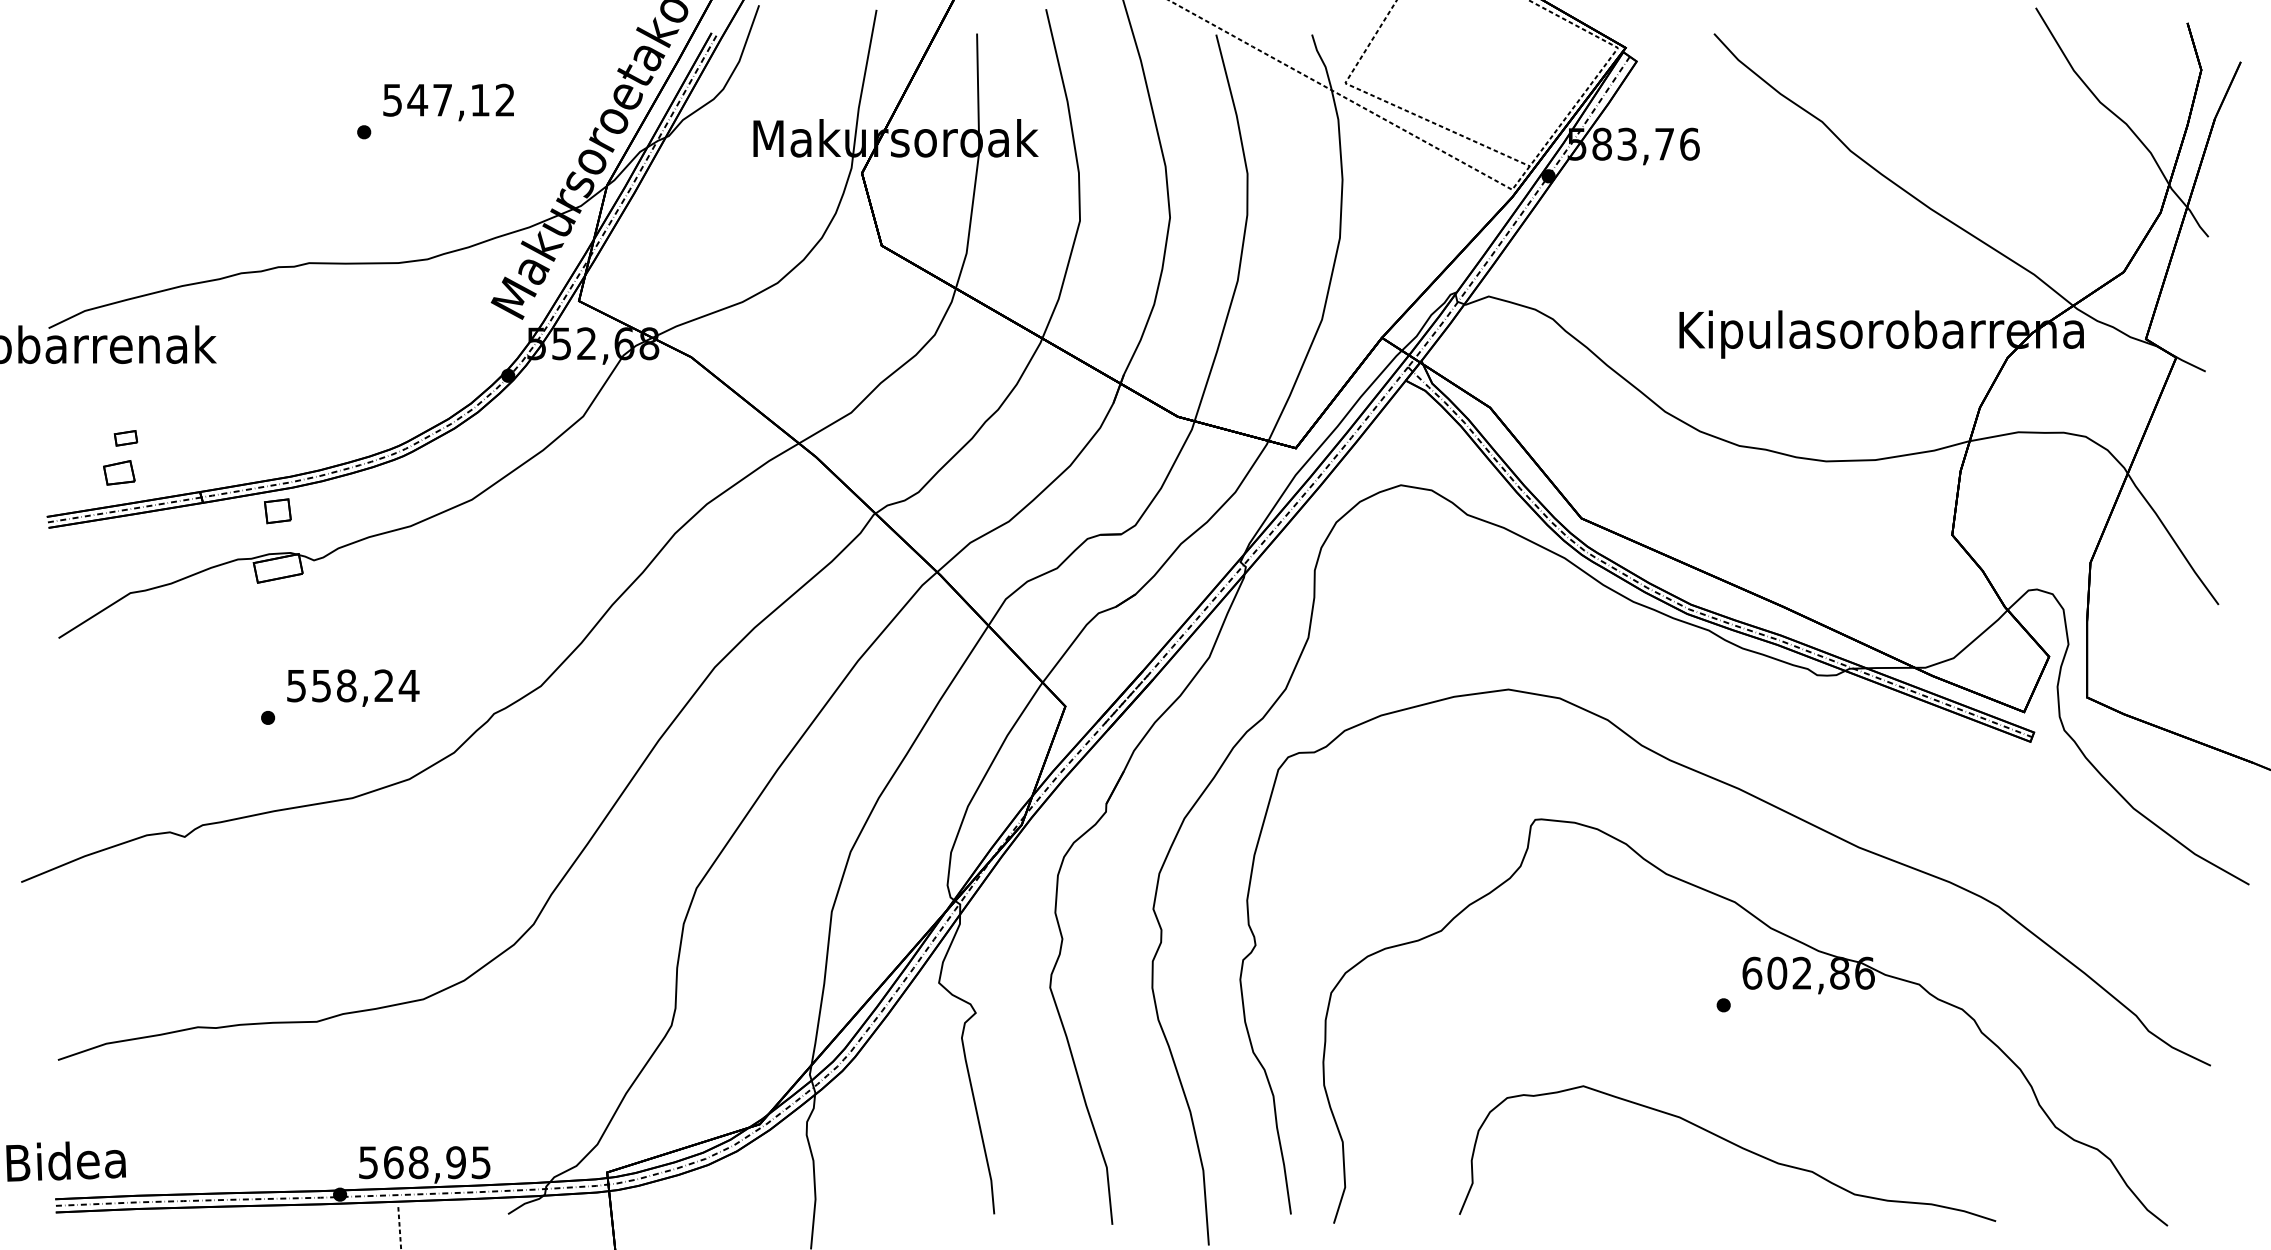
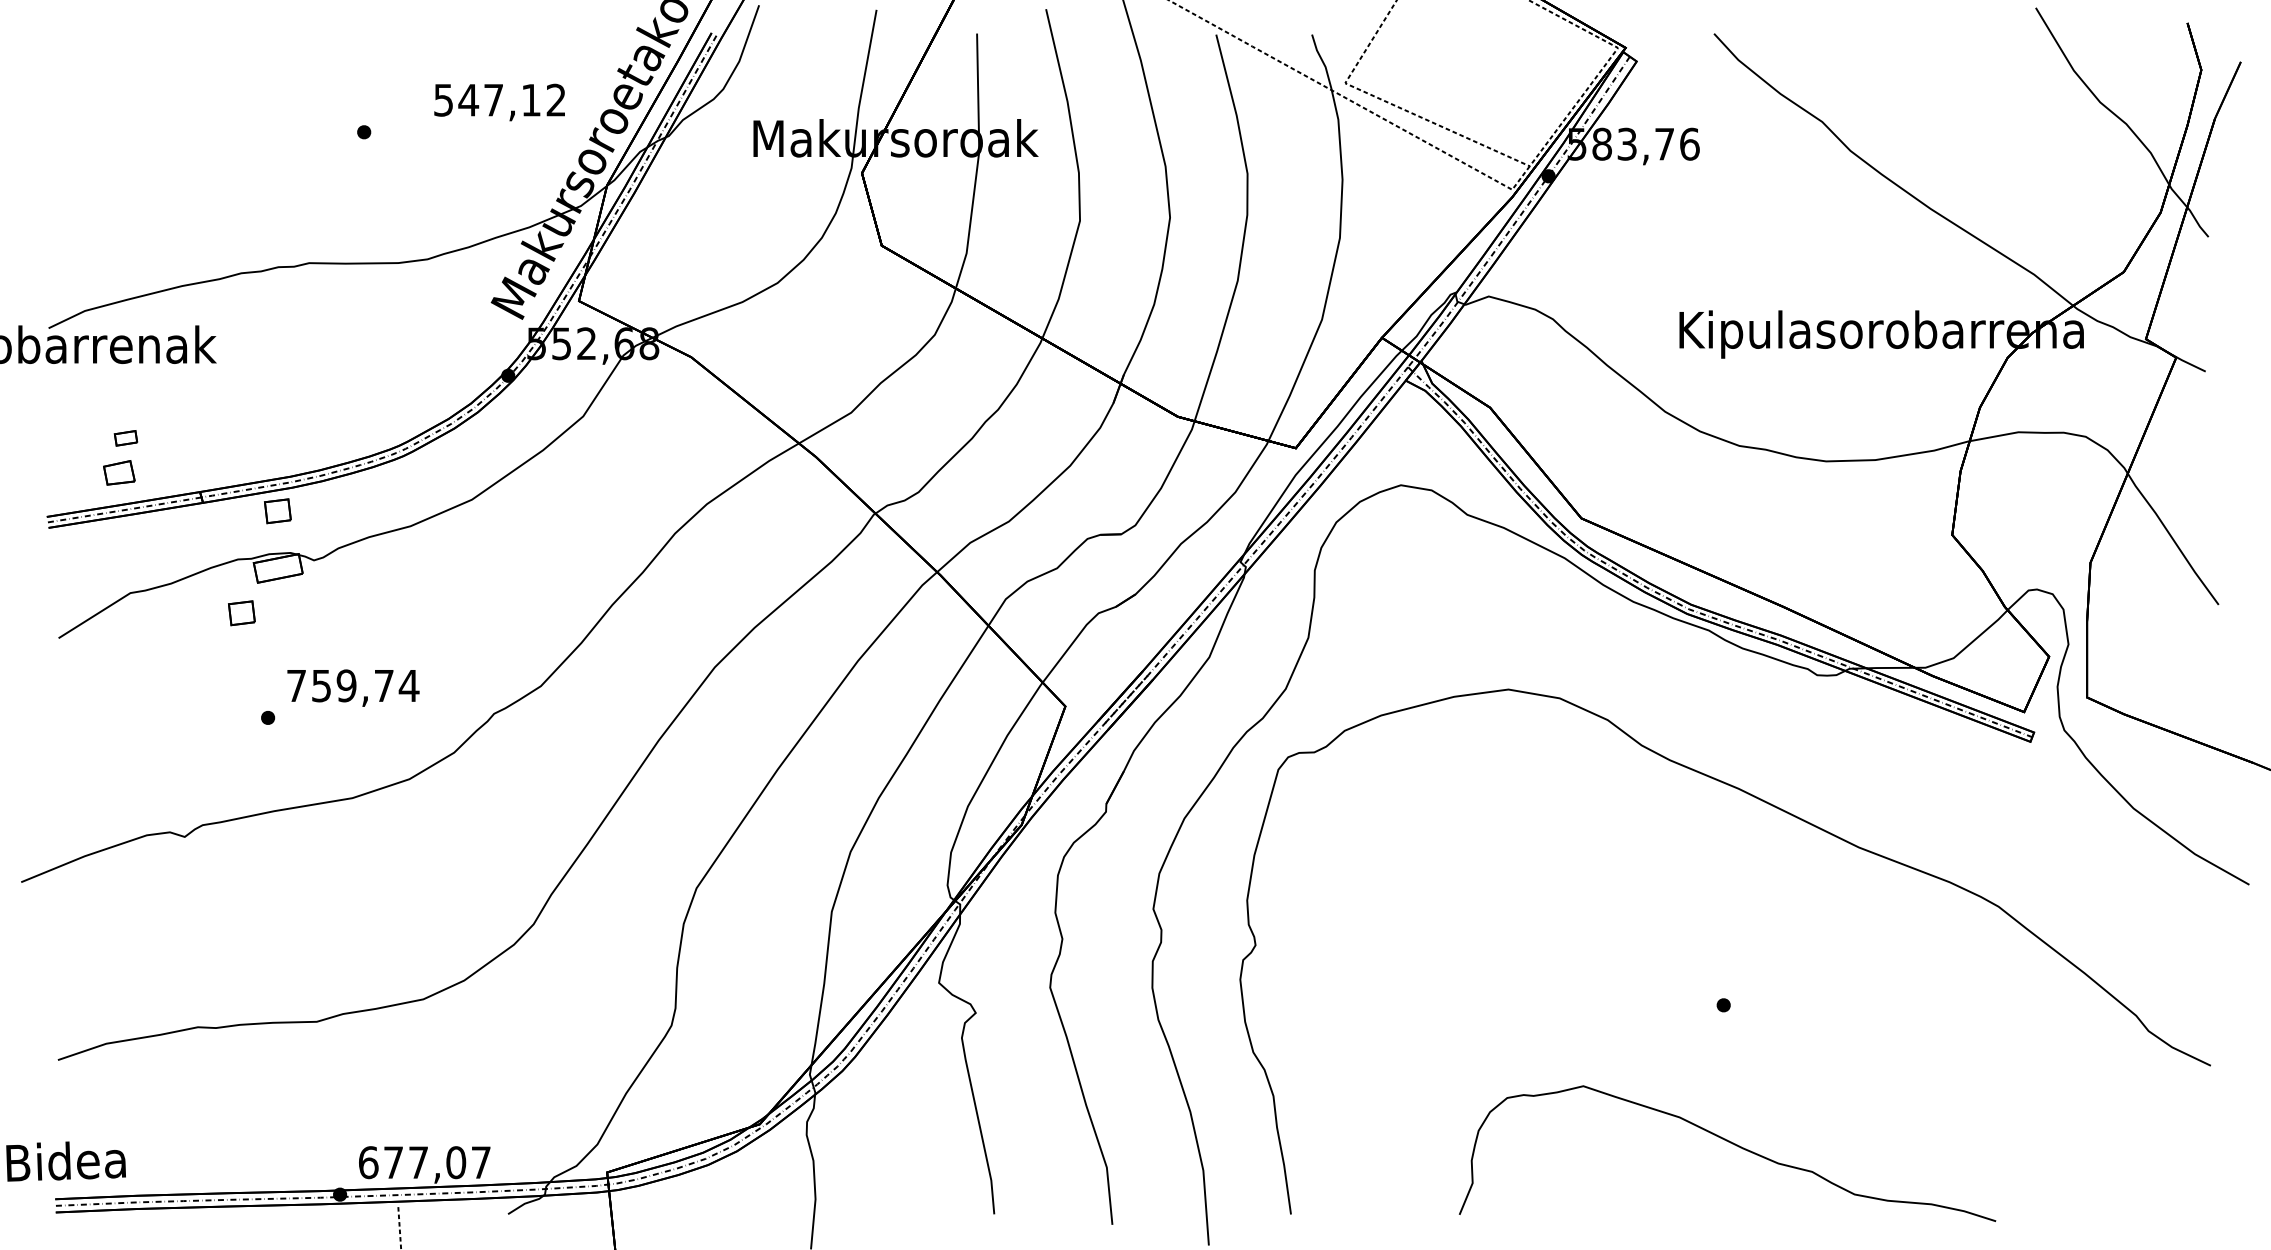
text at (448, 102) position: (448, 102) -> (499, 102)
part at (241, 613): none -> present
text at (340, 685): 558,24 -> 759,74
part at (1749, 989): present -> none
text at (424, 1162): 568,95 -> 677,07
